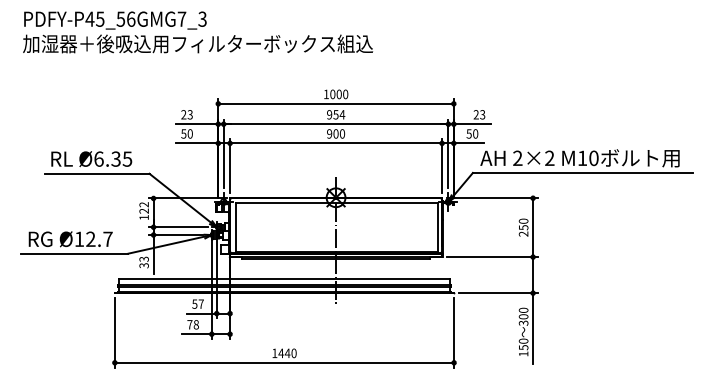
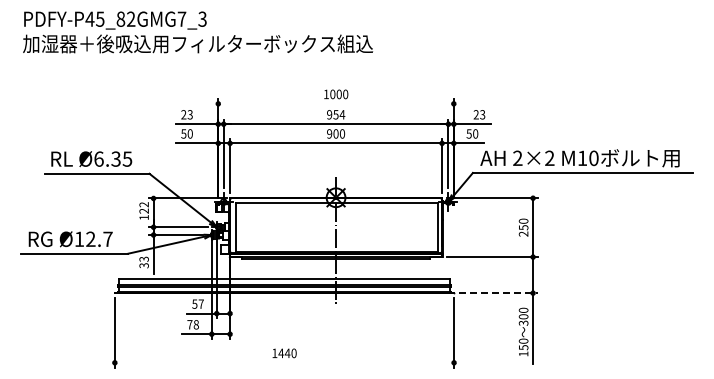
text at (125, 18): PDFY-P45_56GMG7_3 -> PDFY-P45_82GMG7_3
line at (335, 103): present -> none
line at (498, 293): solid -> dashed
line at (284, 362): present -> none
